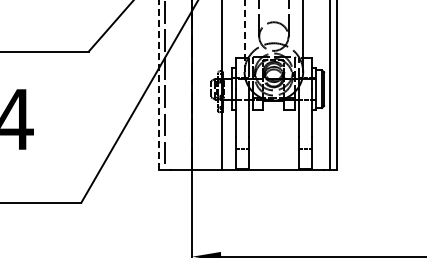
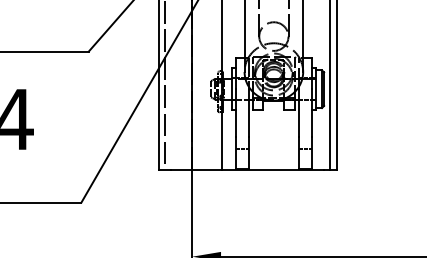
line at (244, 36): dashed -> solid
line at (158, 84): dashed -> solid
